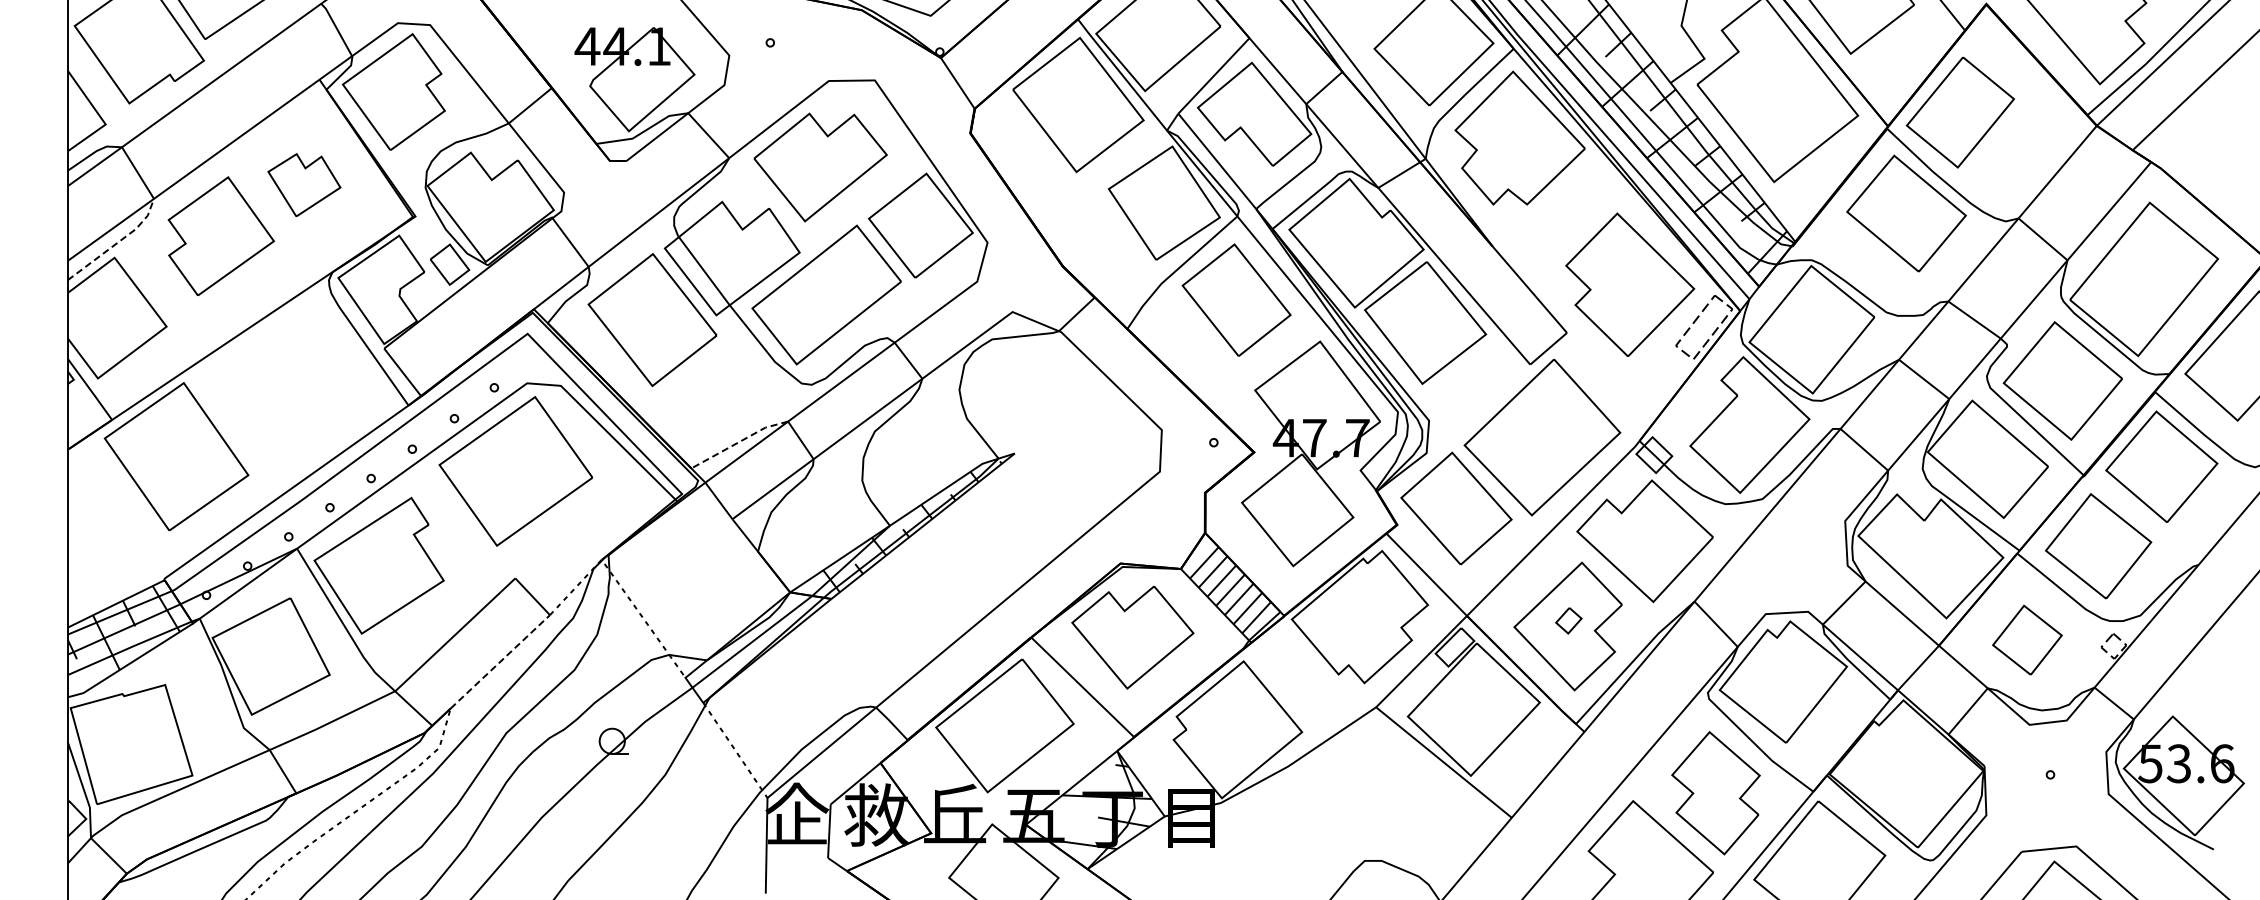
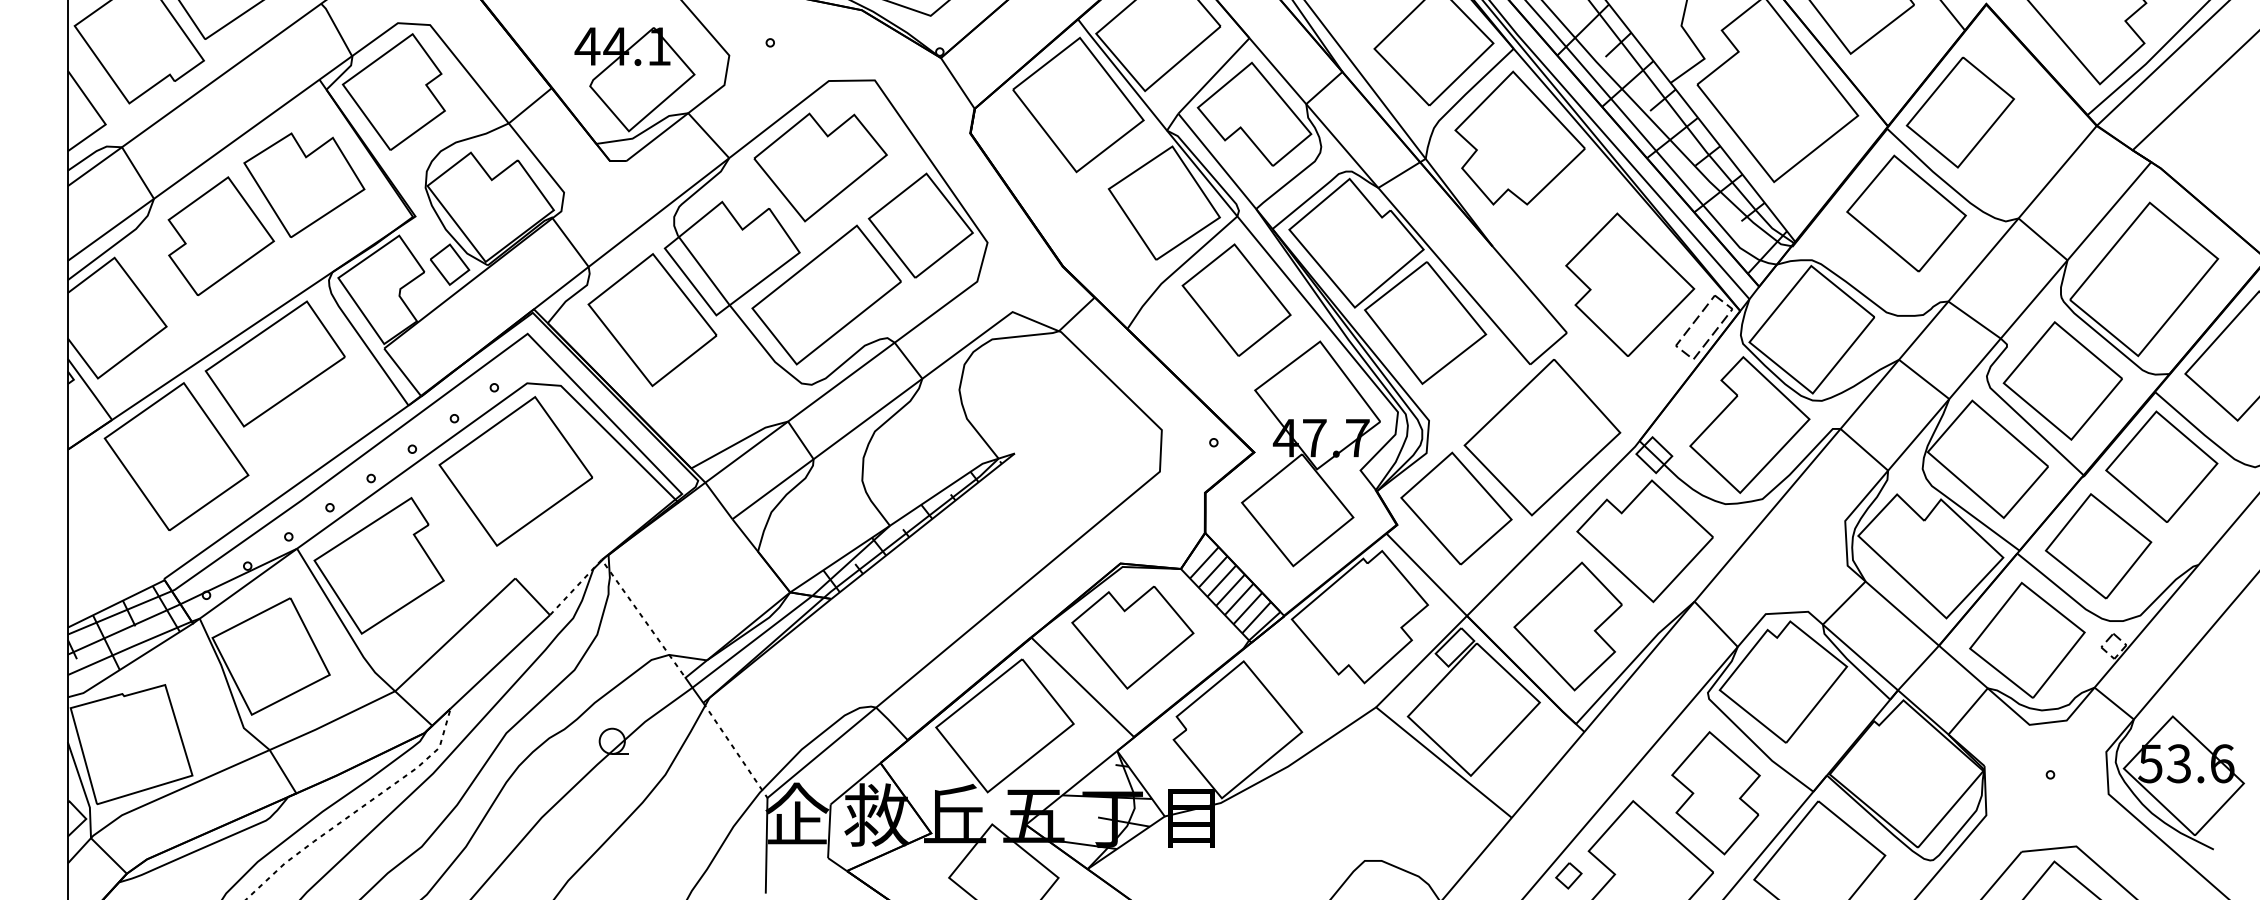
part at (304, 184) size: 75x64 px -> 123x106 px
line at (117, 243): dashed -> solid
part at (274, 363): none -> present
line at (739, 442): dashed -> solid
part at (1568, 620) position: (1568, 620) -> (1568, 875)
part at (2027, 639) size: 71x72 px -> 117x118 px
line at (500, 661): dashed -> solid
